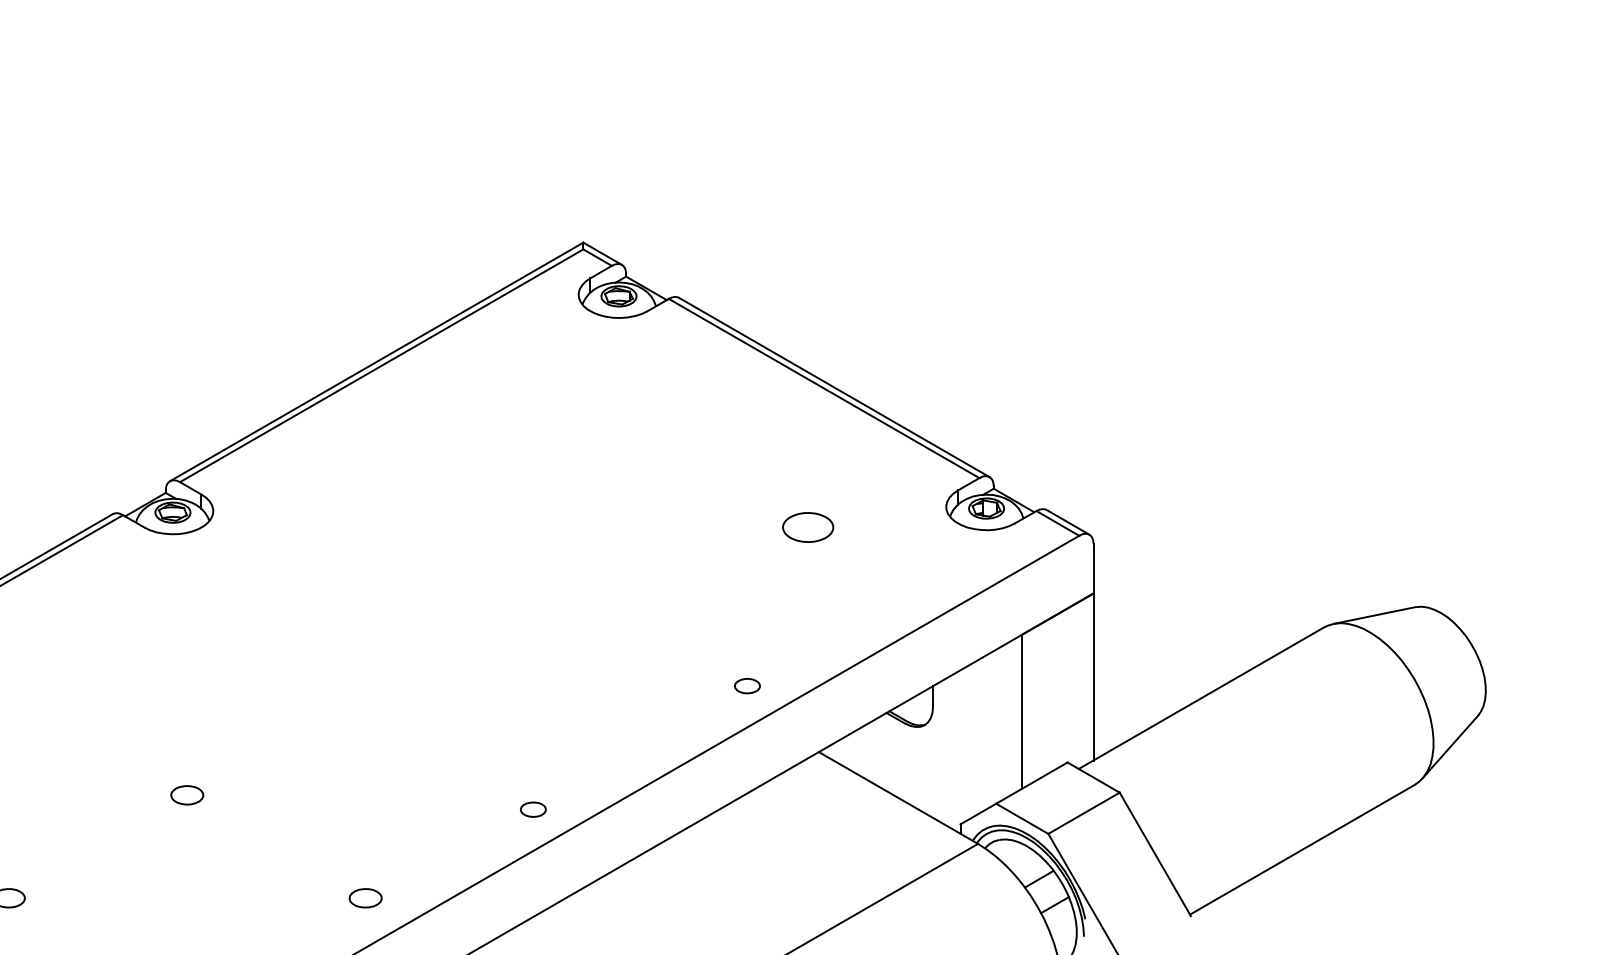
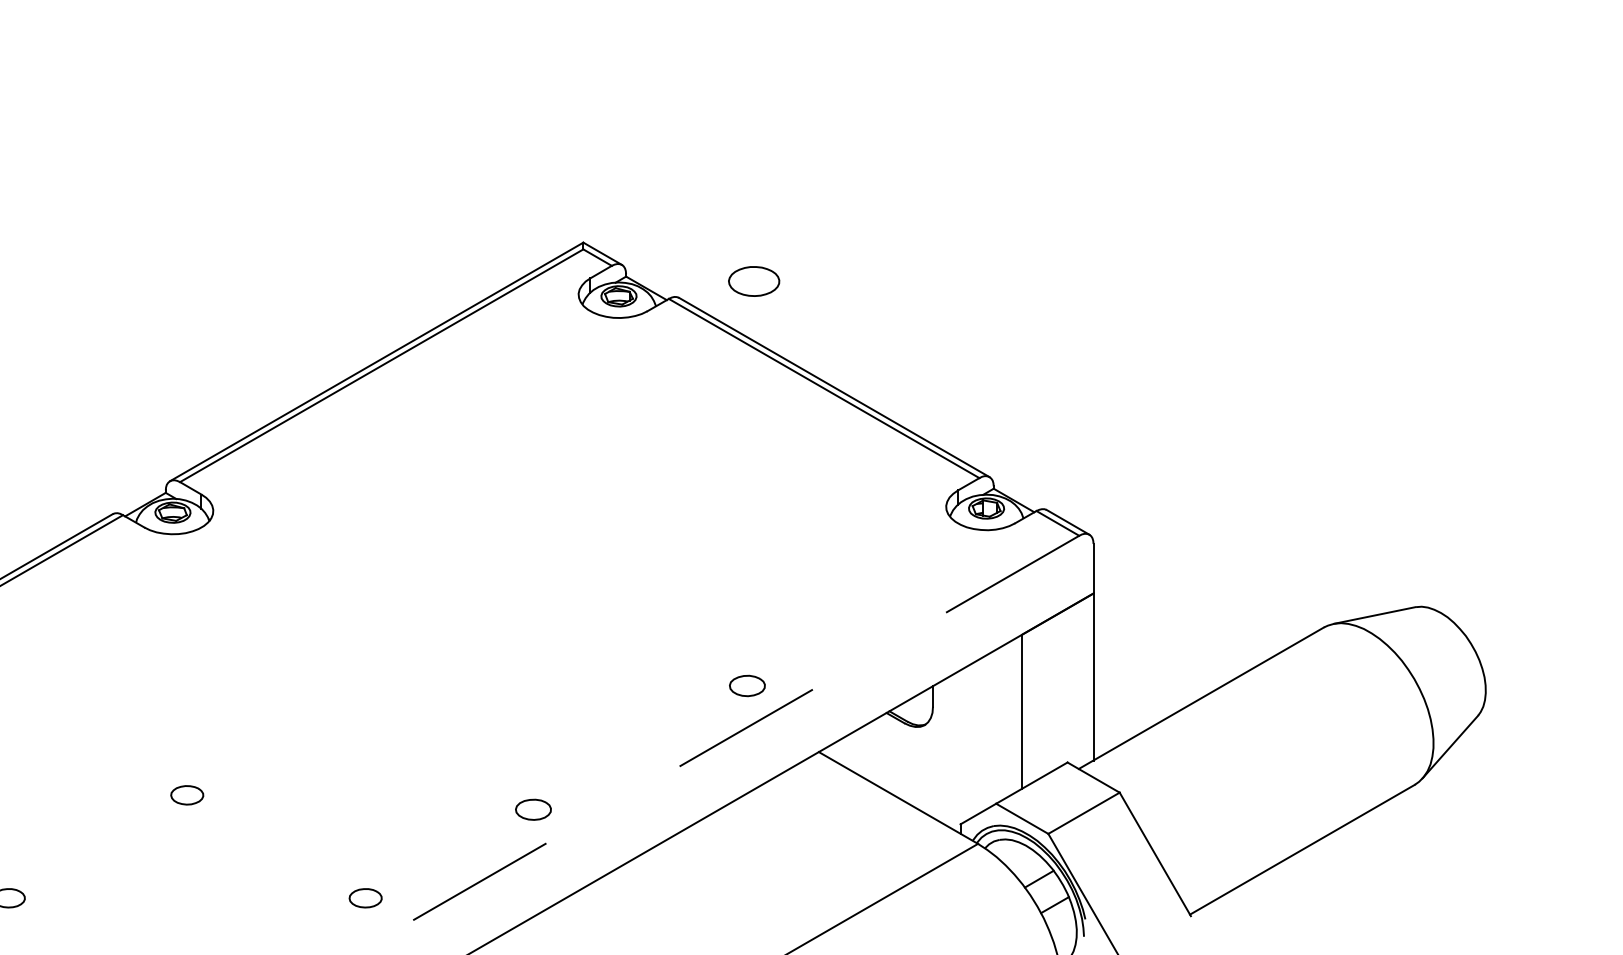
part at (808, 527) position: (808, 527) -> (754, 281)
part at (747, 686) size: 27x17 px -> 37x24 px
line at (715, 745): solid -> dashed
part at (532, 809) size: 28x17 px -> 37x23 px
